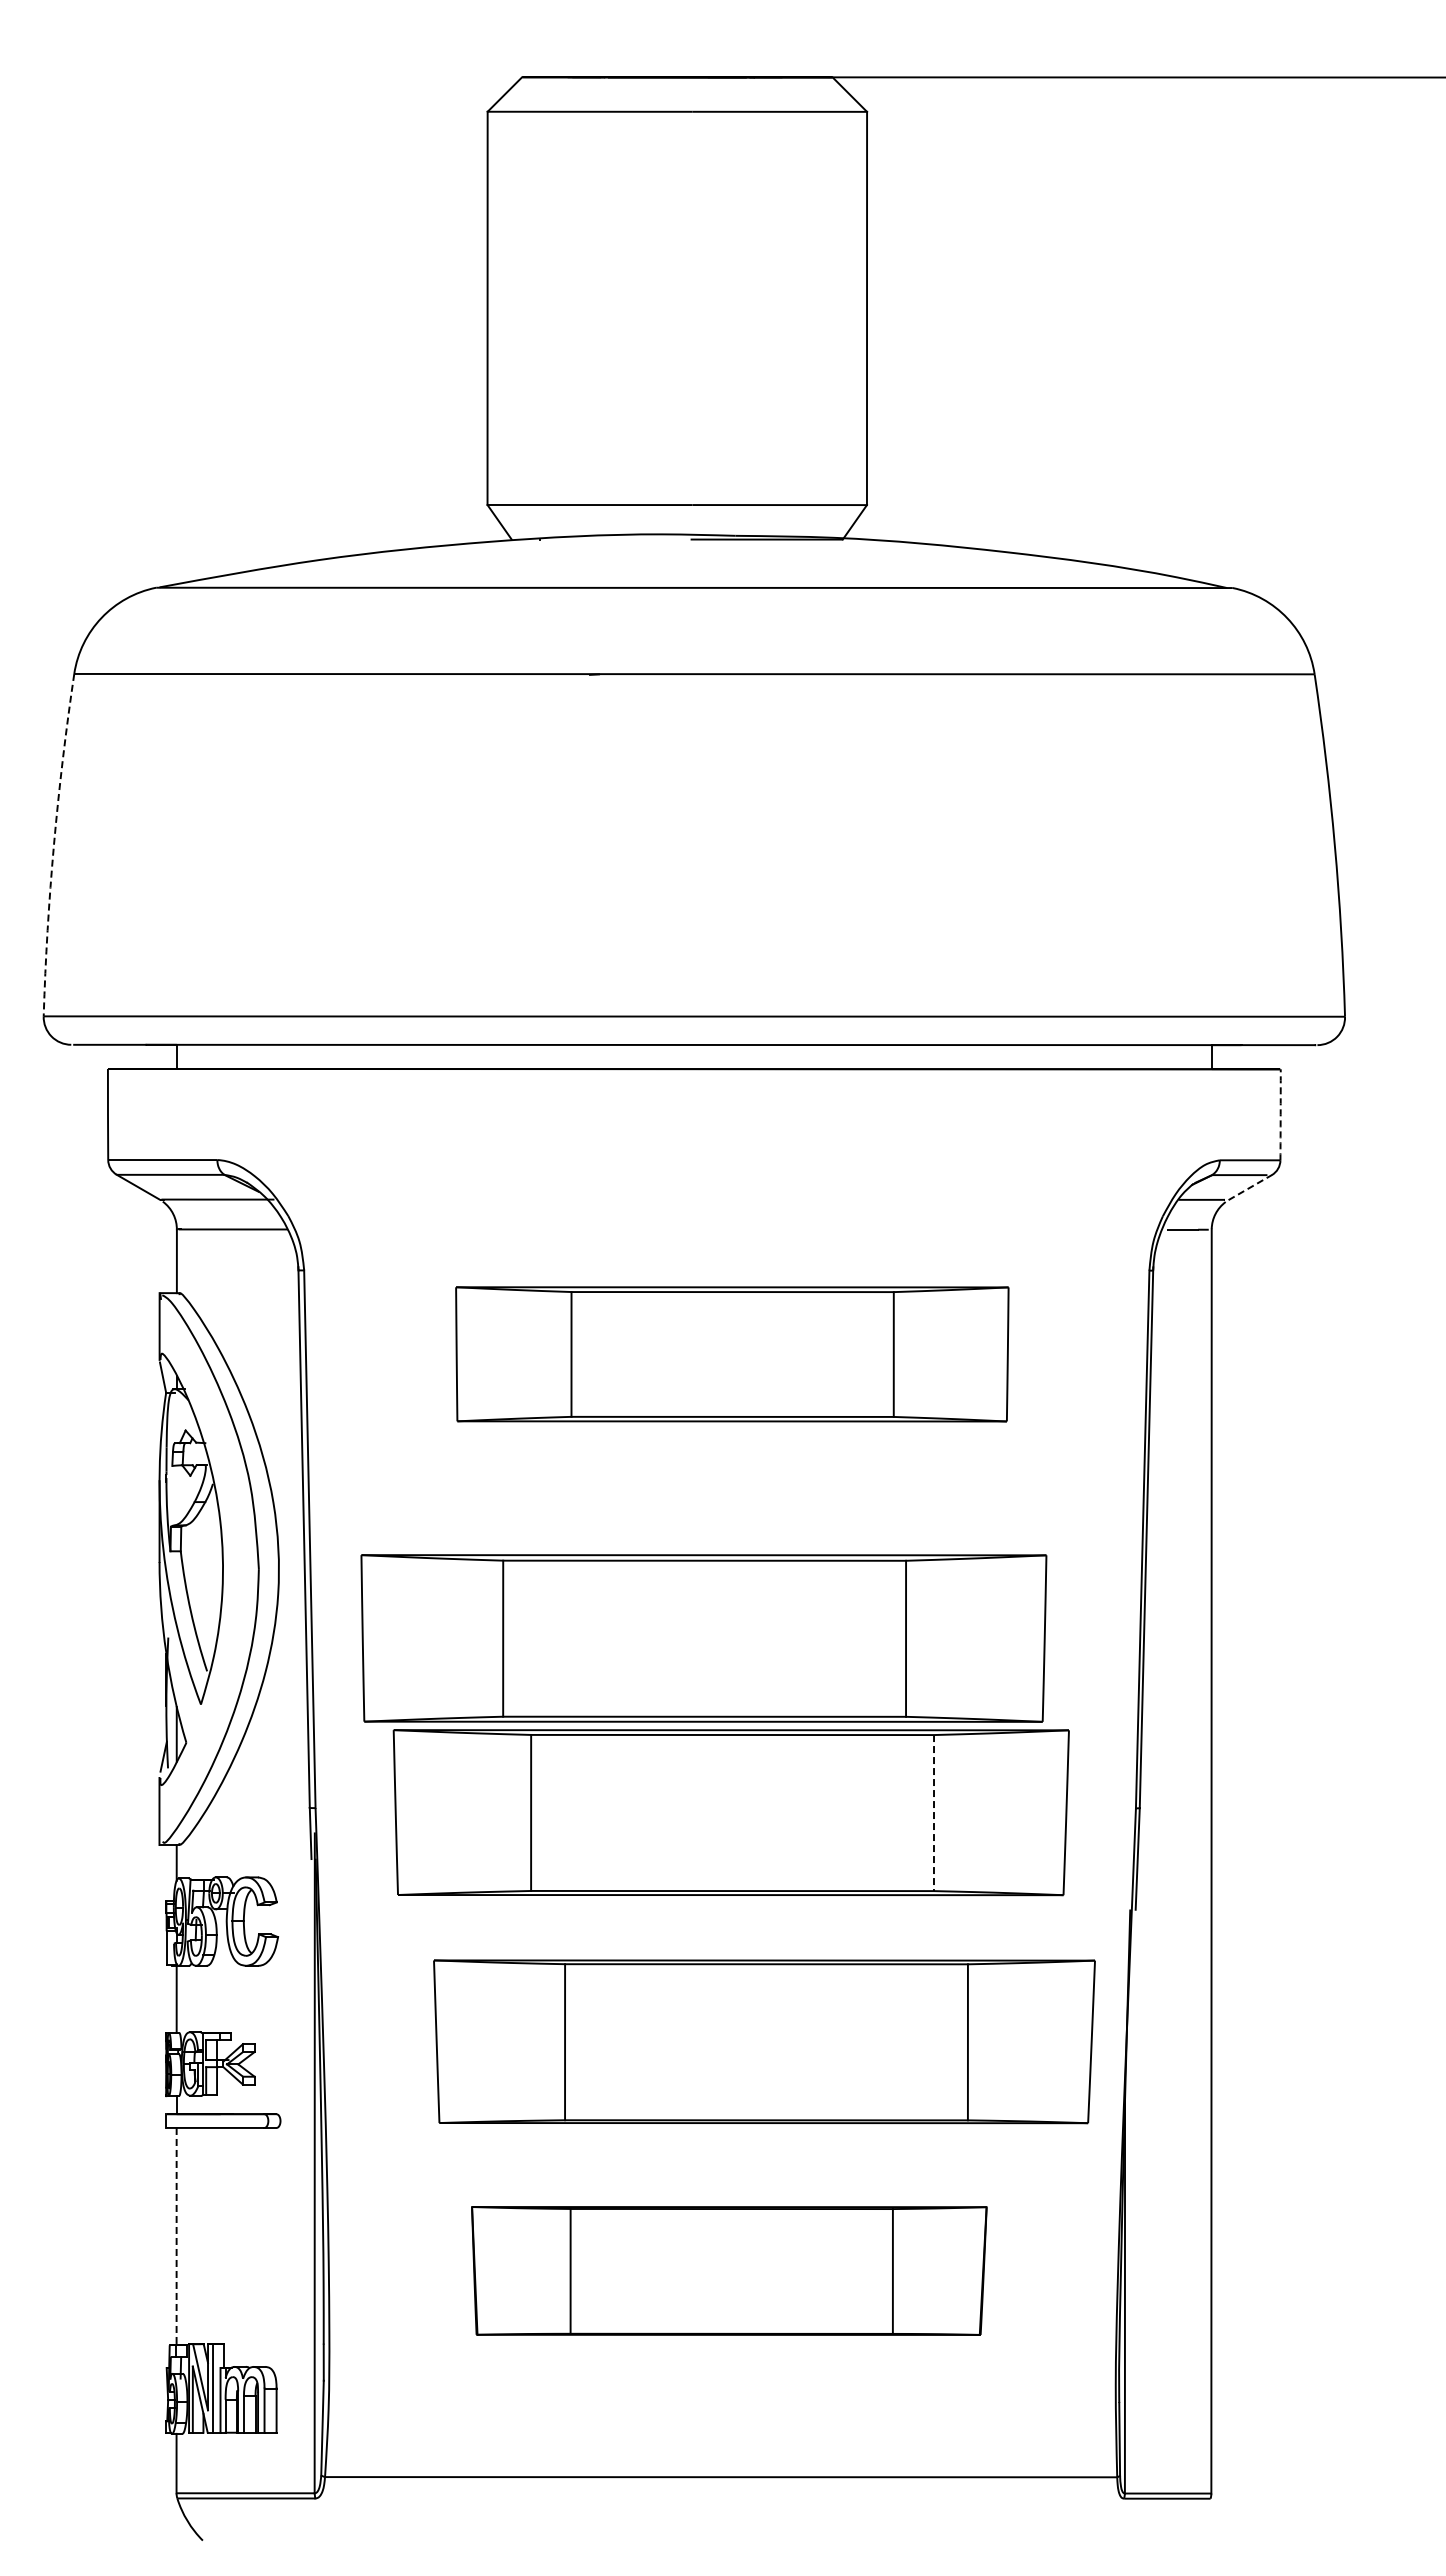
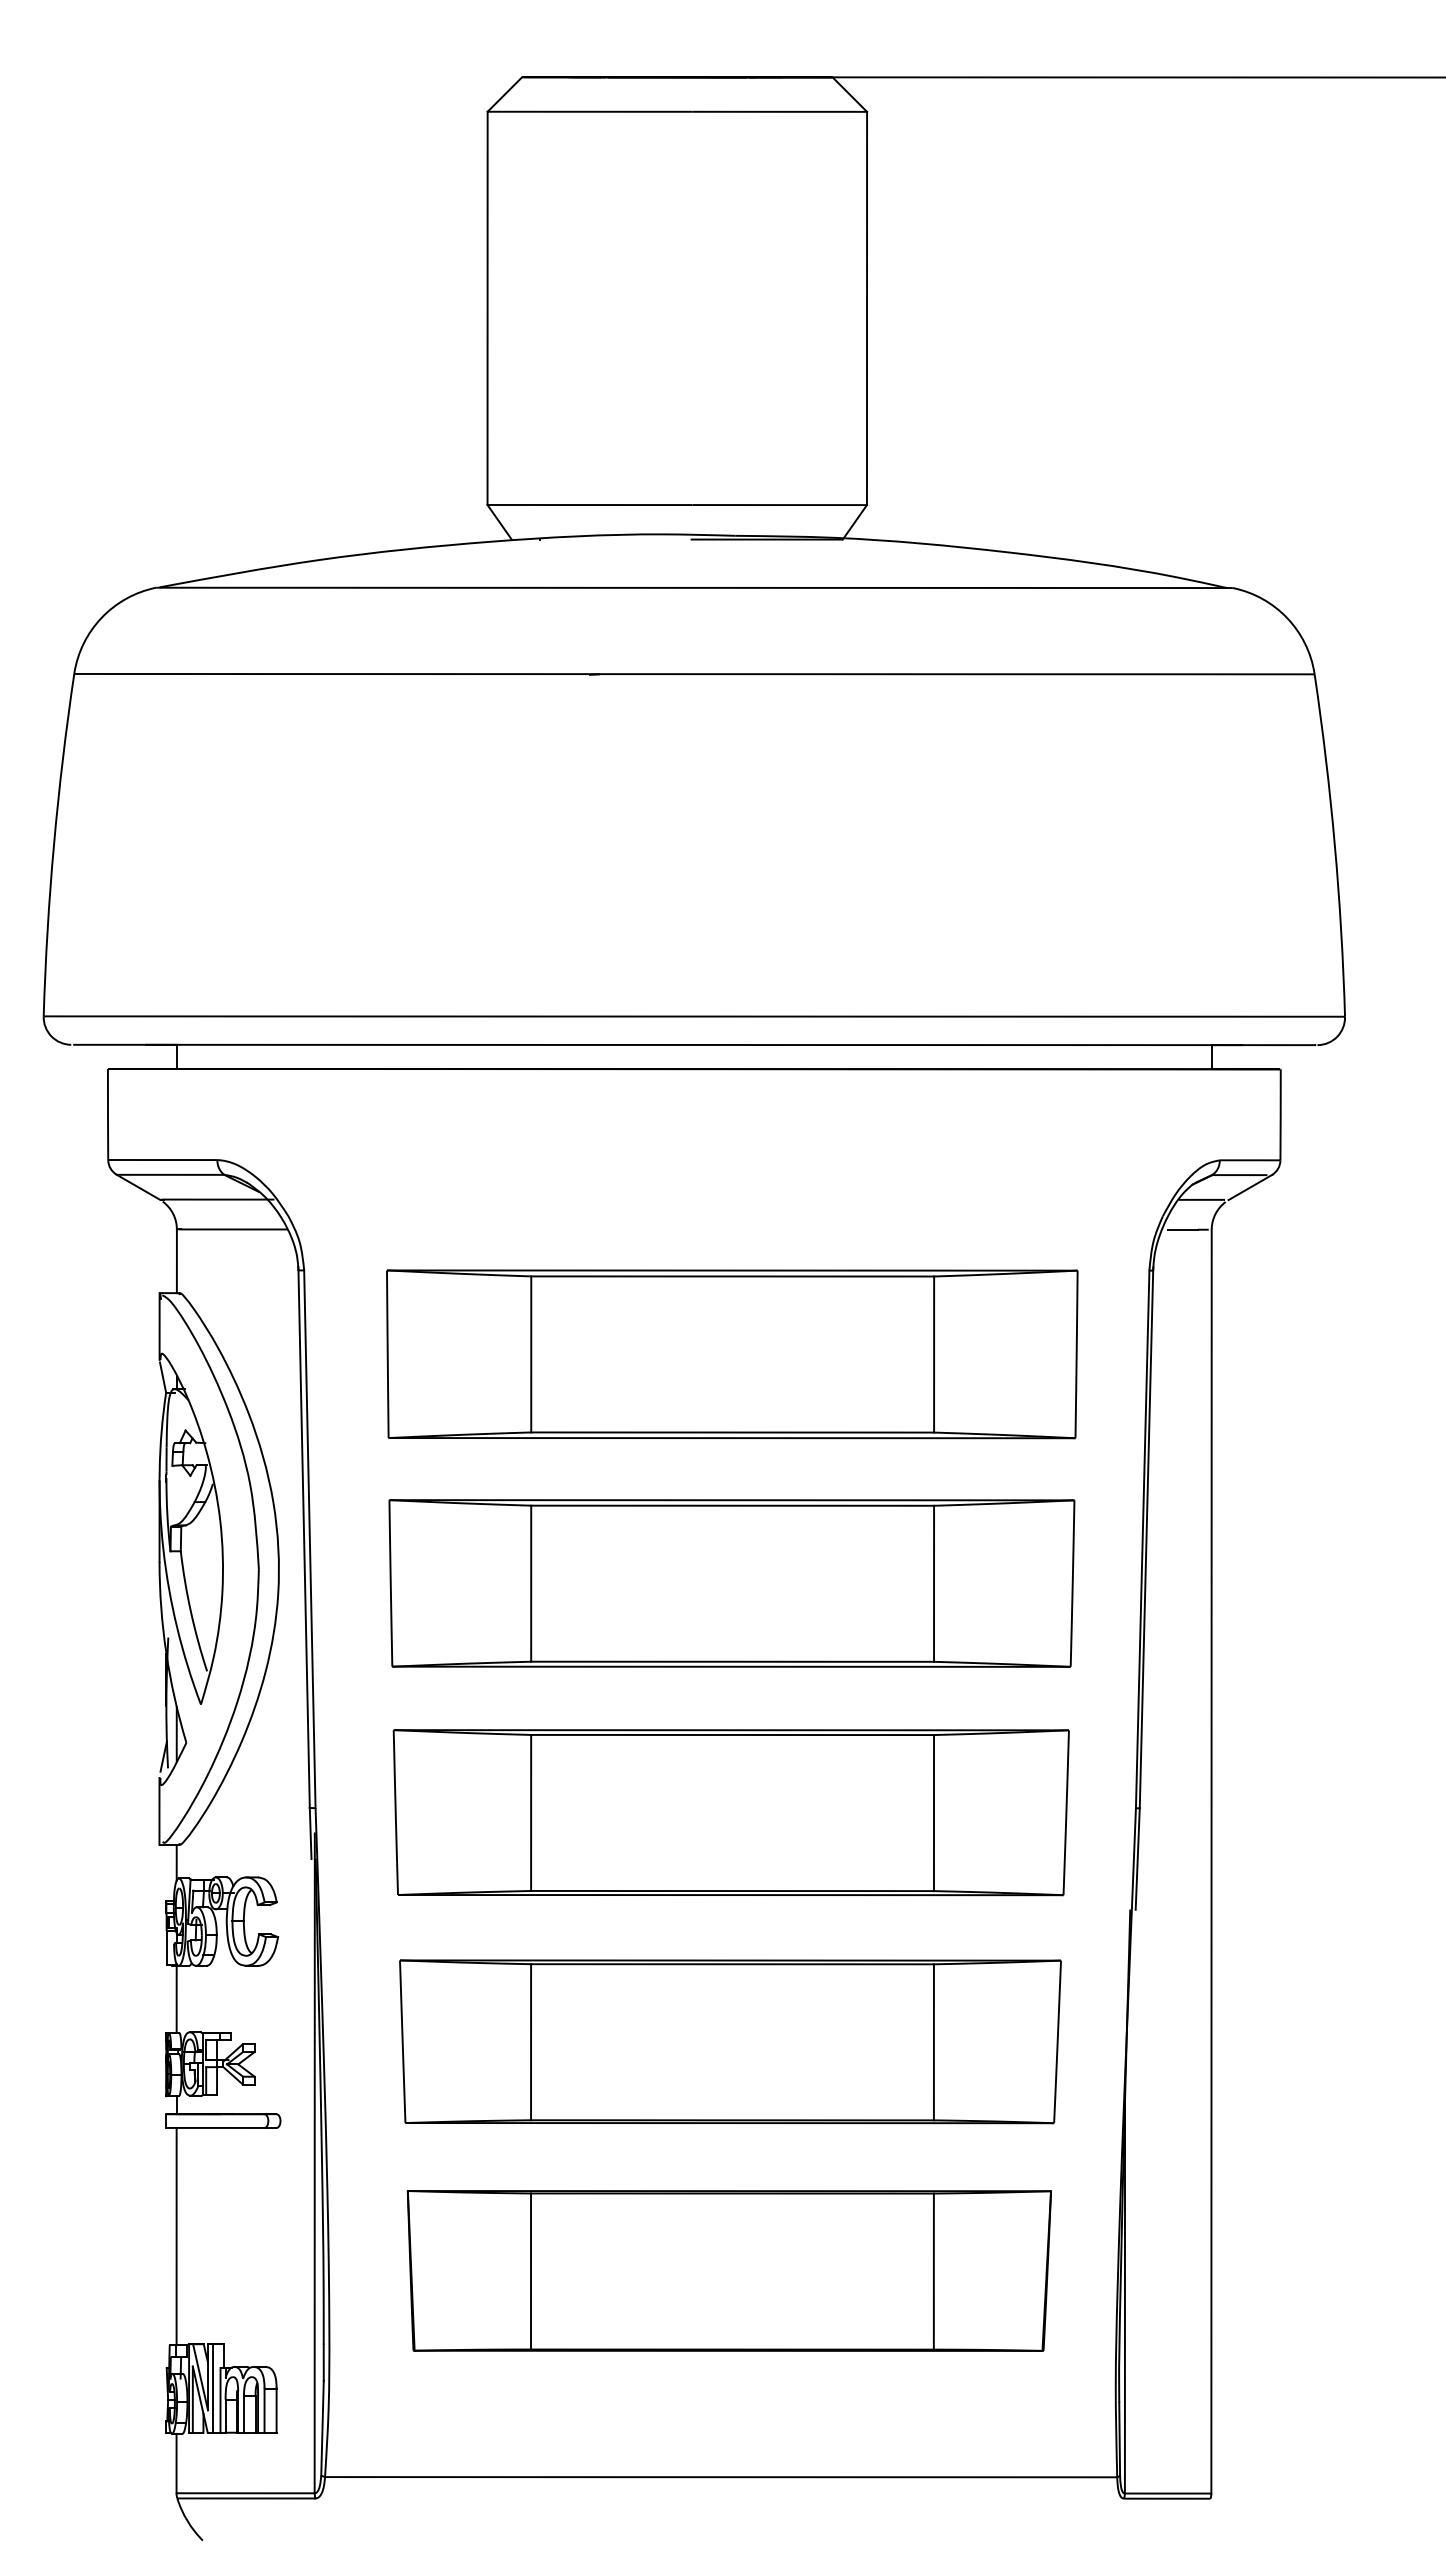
arc at (54, 844): dashed -> solid
arc at (1280, 1114): dashed -> solid
line at (1250, 1187): dashed -> solid
part at (732, 1354) size: 555x137 px -> 693x171 px
part at (703, 1638) position: (703, 1638) -> (731, 1583)
line at (933, 1813): dashed -> solid
part at (764, 2041) position: (764, 2041) -> (730, 2041)
line at (176, 2236): dashed -> solid
part at (729, 2270) size: 517x130 px -> 646x162 px
